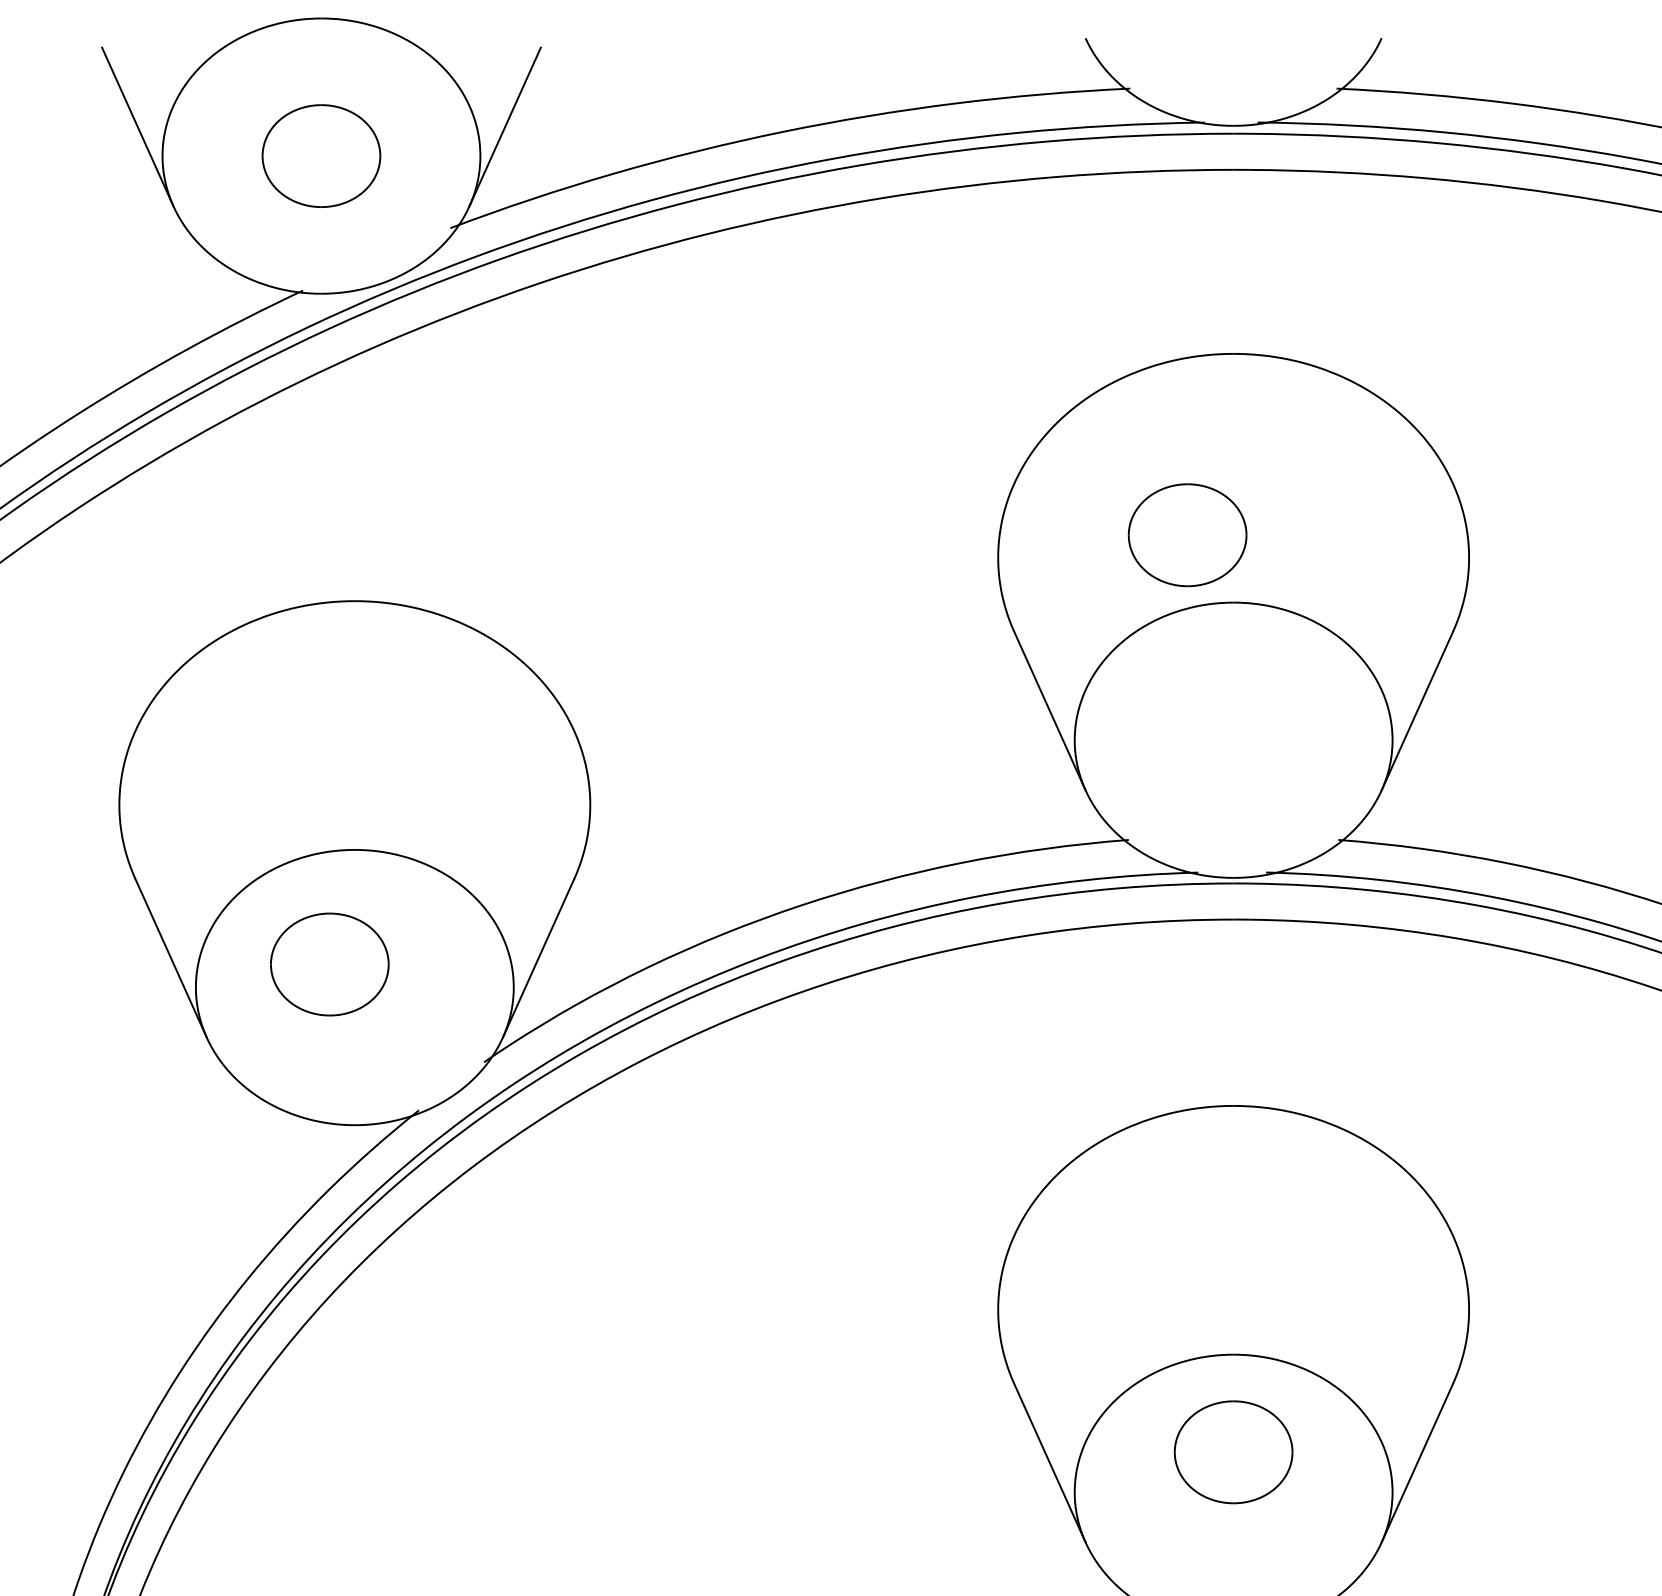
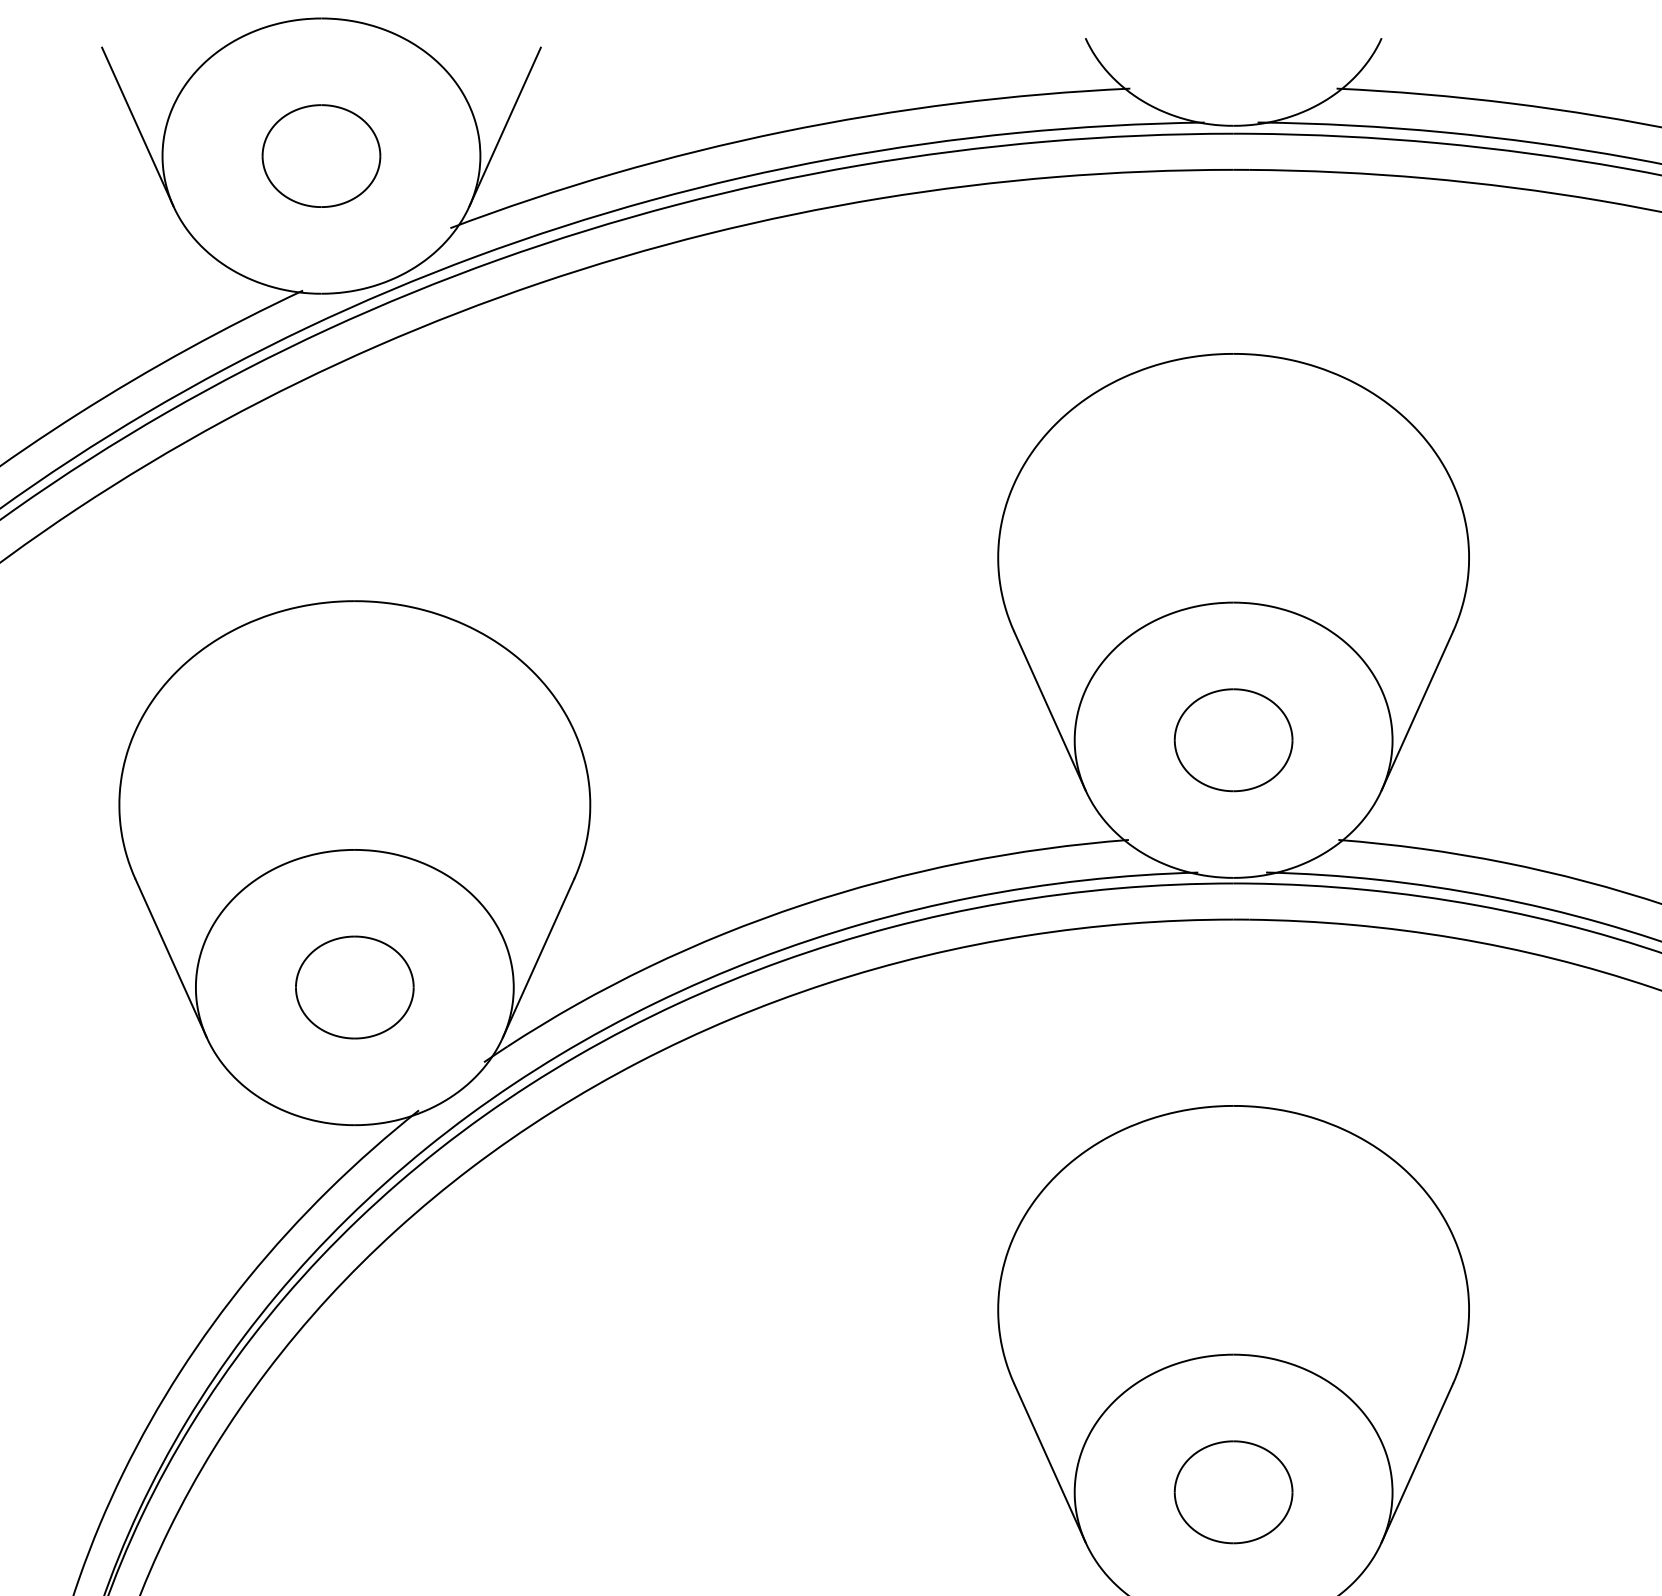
part at (1187, 535) position: (1187, 535) -> (1233, 740)
part at (329, 964) position: (329, 964) -> (354, 987)
part at (1233, 1452) position: (1233, 1452) -> (1233, 1492)
